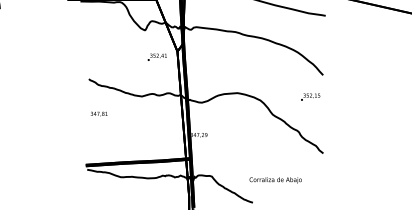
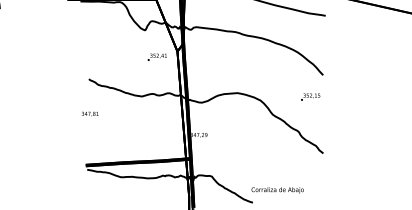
text at (98, 113) position: (98, 113) -> (89, 113)
text at (275, 180) position: (275, 180) -> (277, 190)
